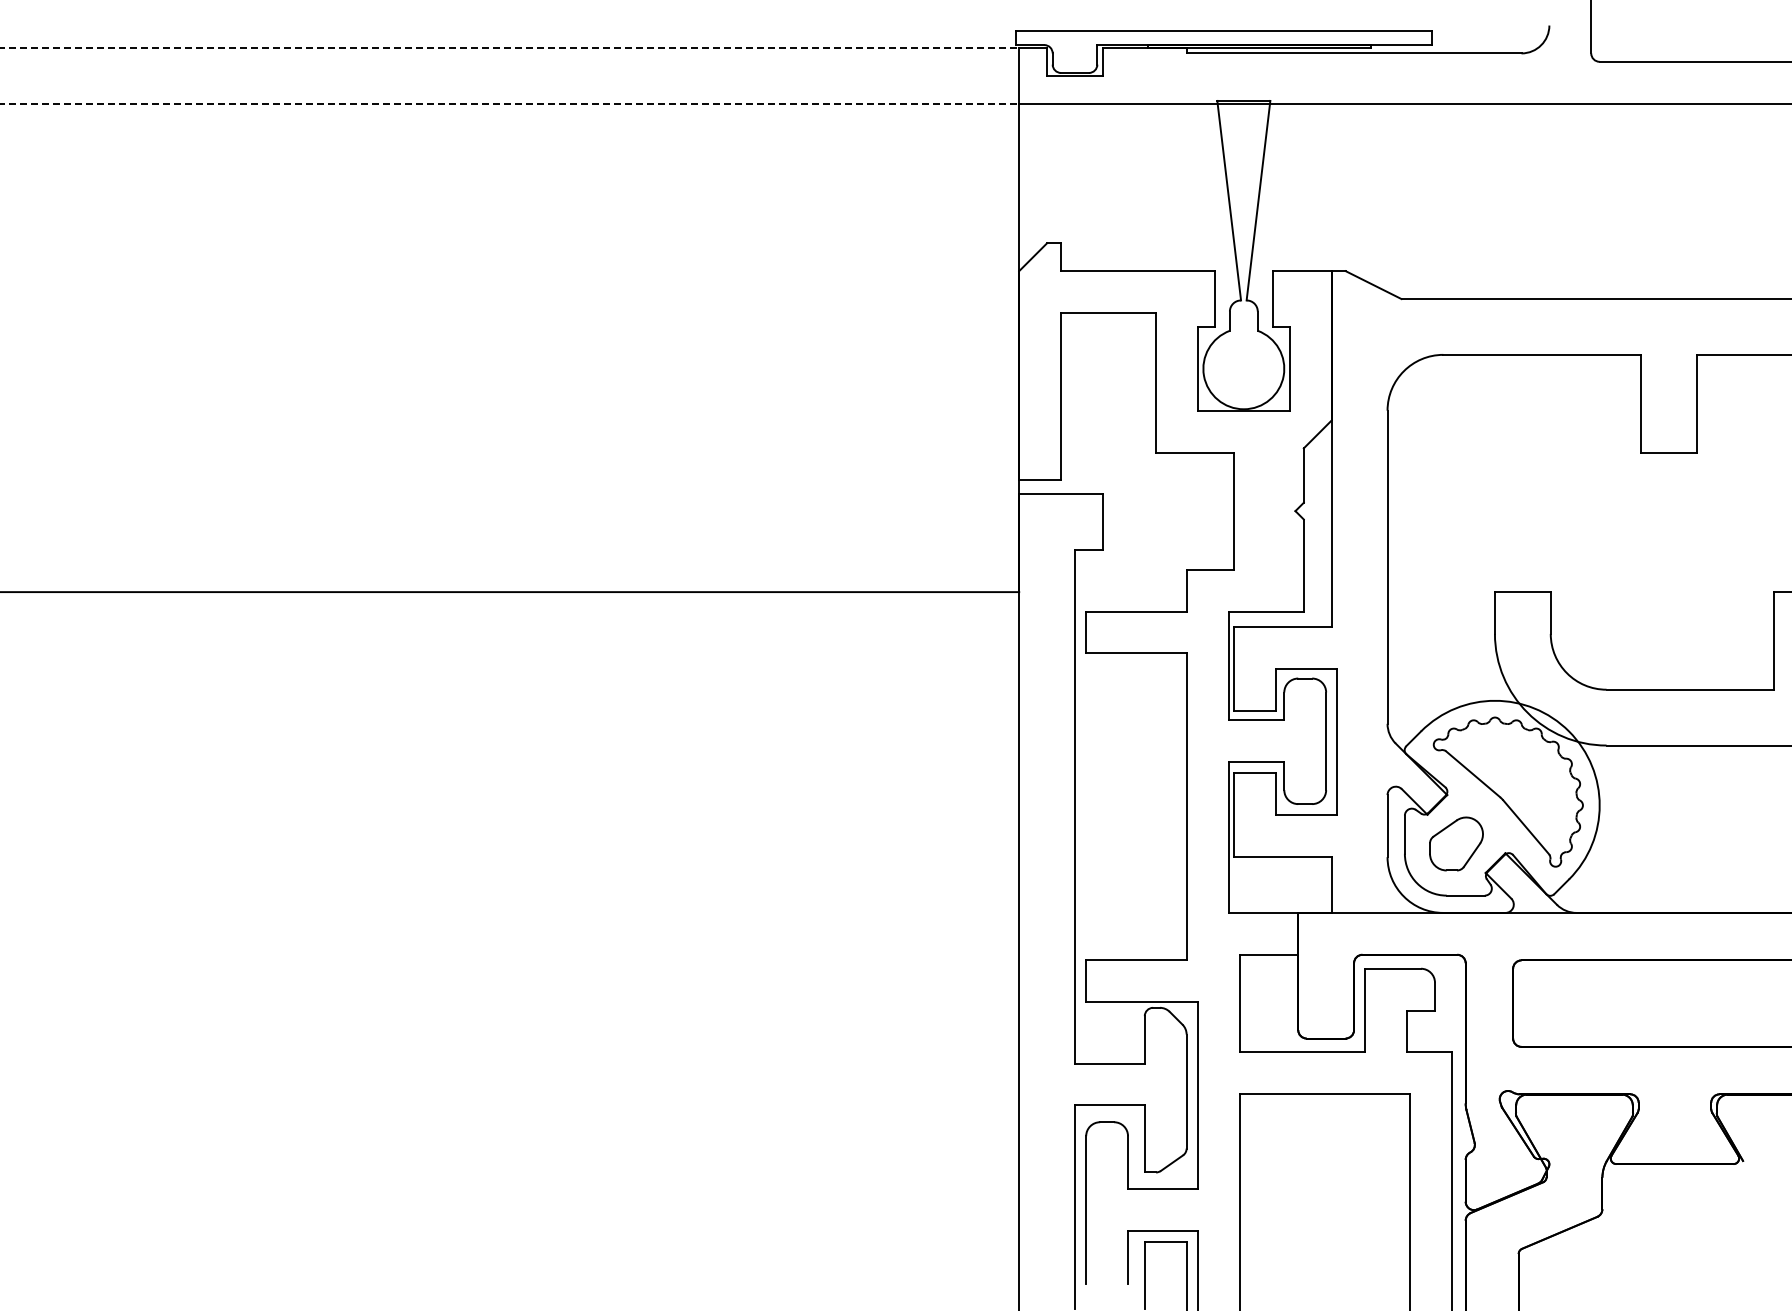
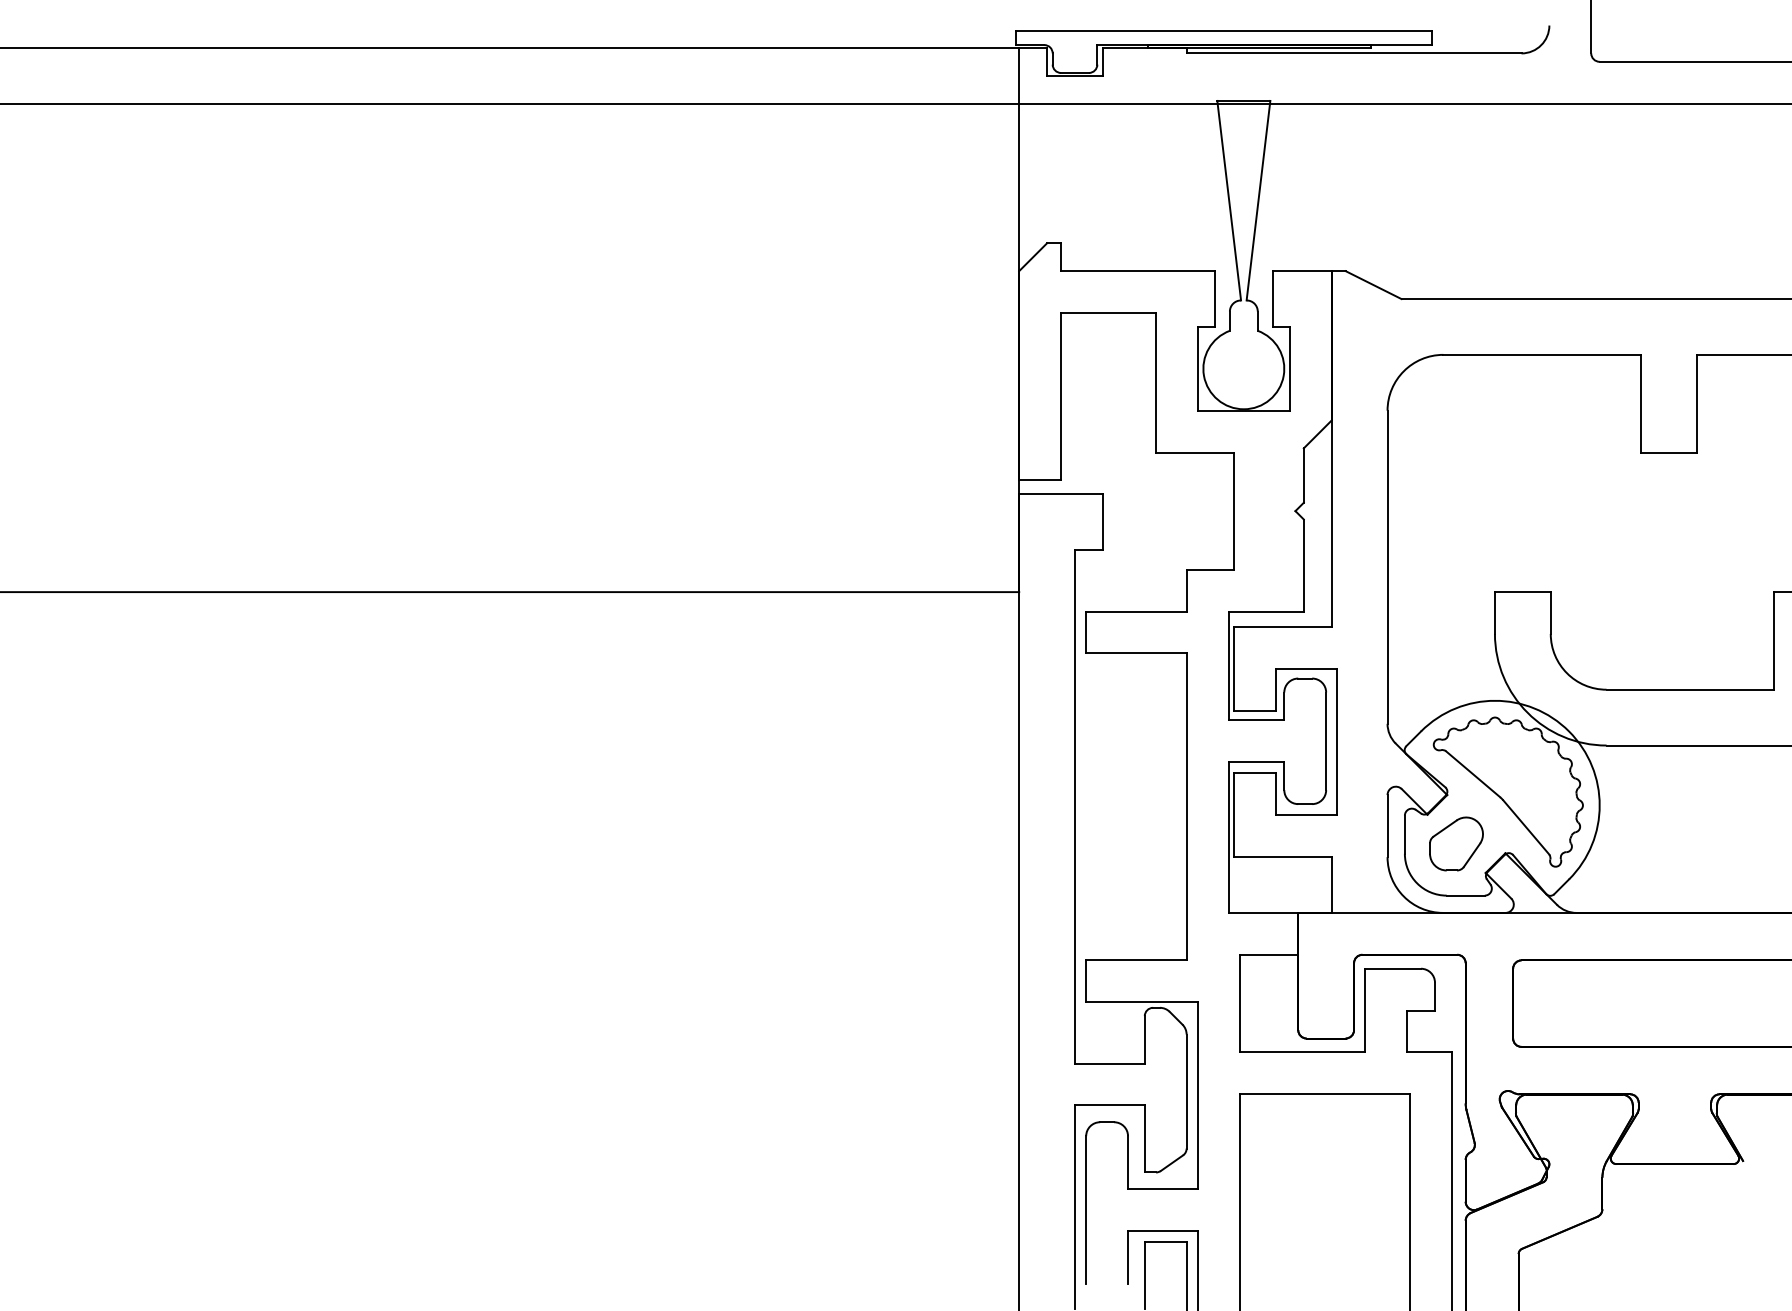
line at (510, 47): dashed -> solid
line at (510, 103): dashed -> solid
